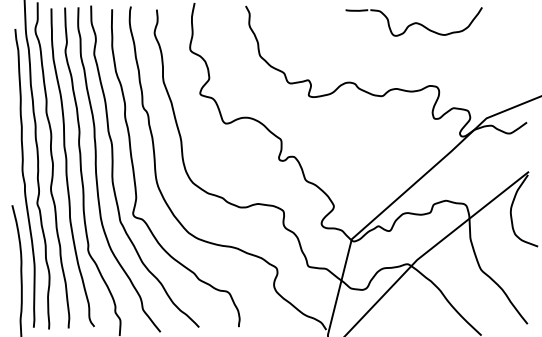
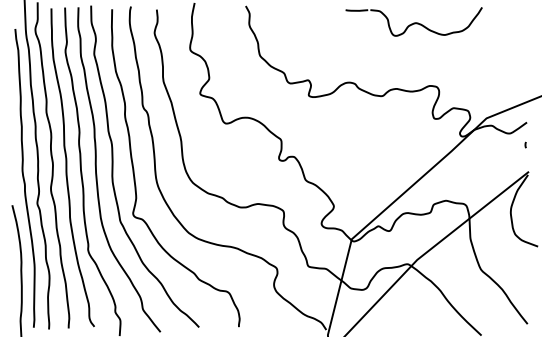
line at (525, 144): none -> present
